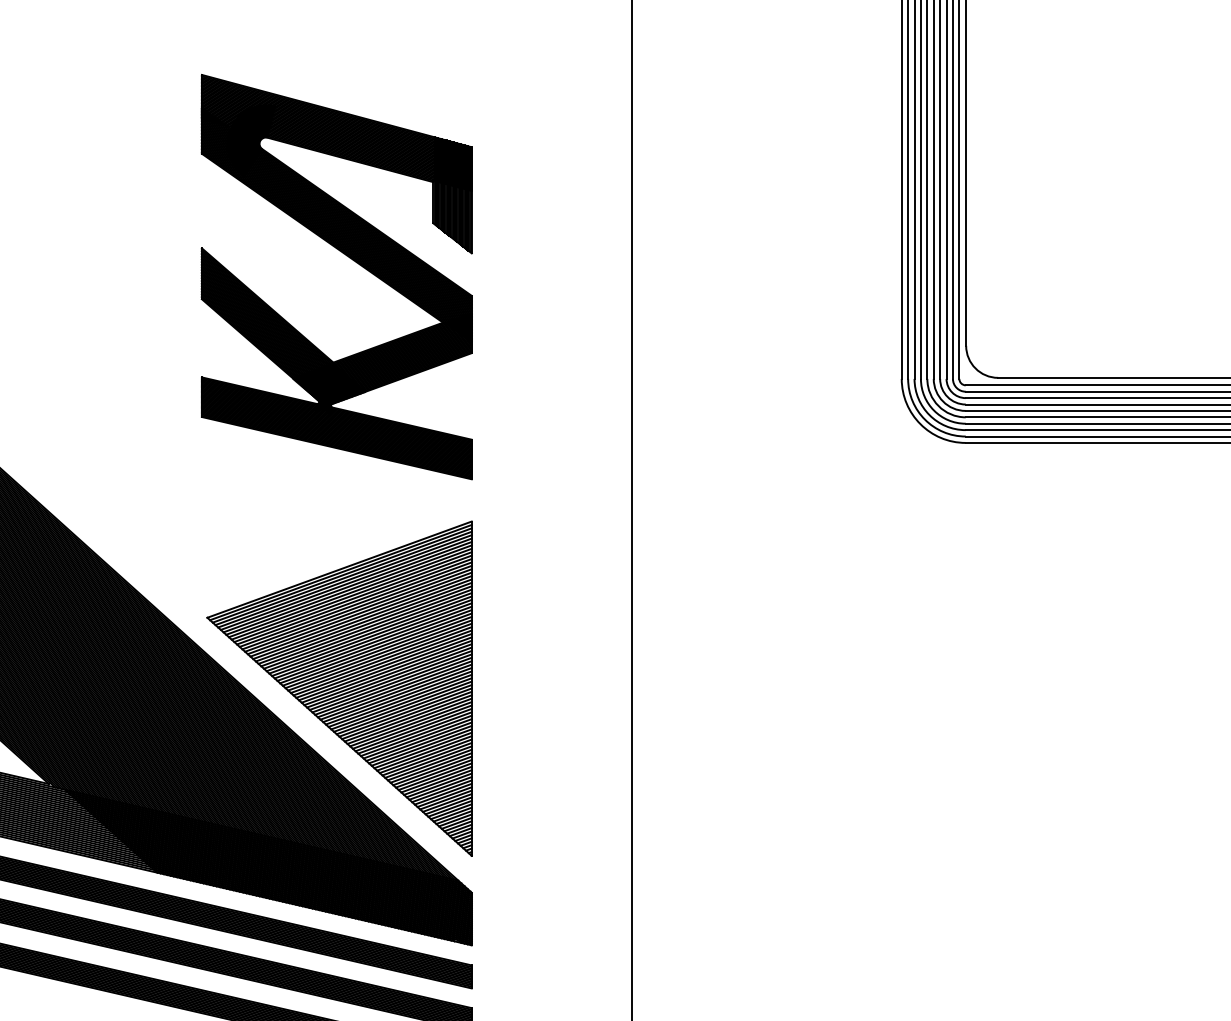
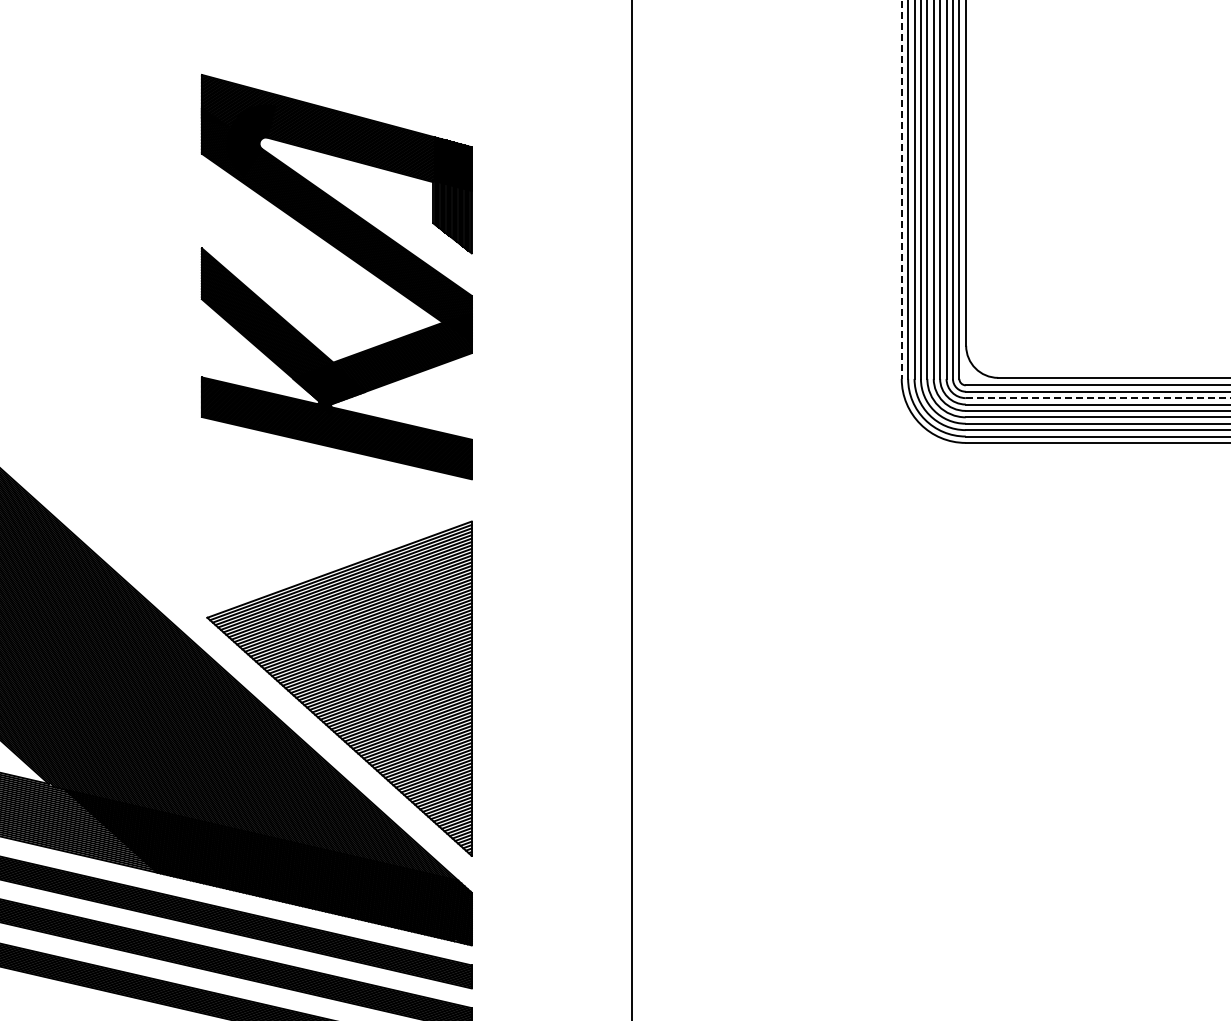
line at (901, 190): solid -> dashed
line at (1098, 398): solid -> dashed
